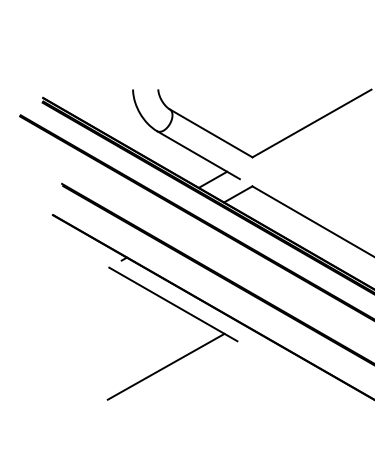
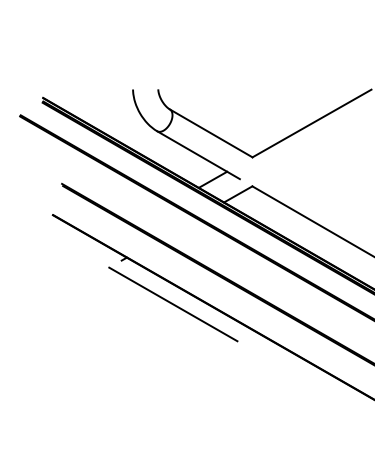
line at (165, 366): present -> none
